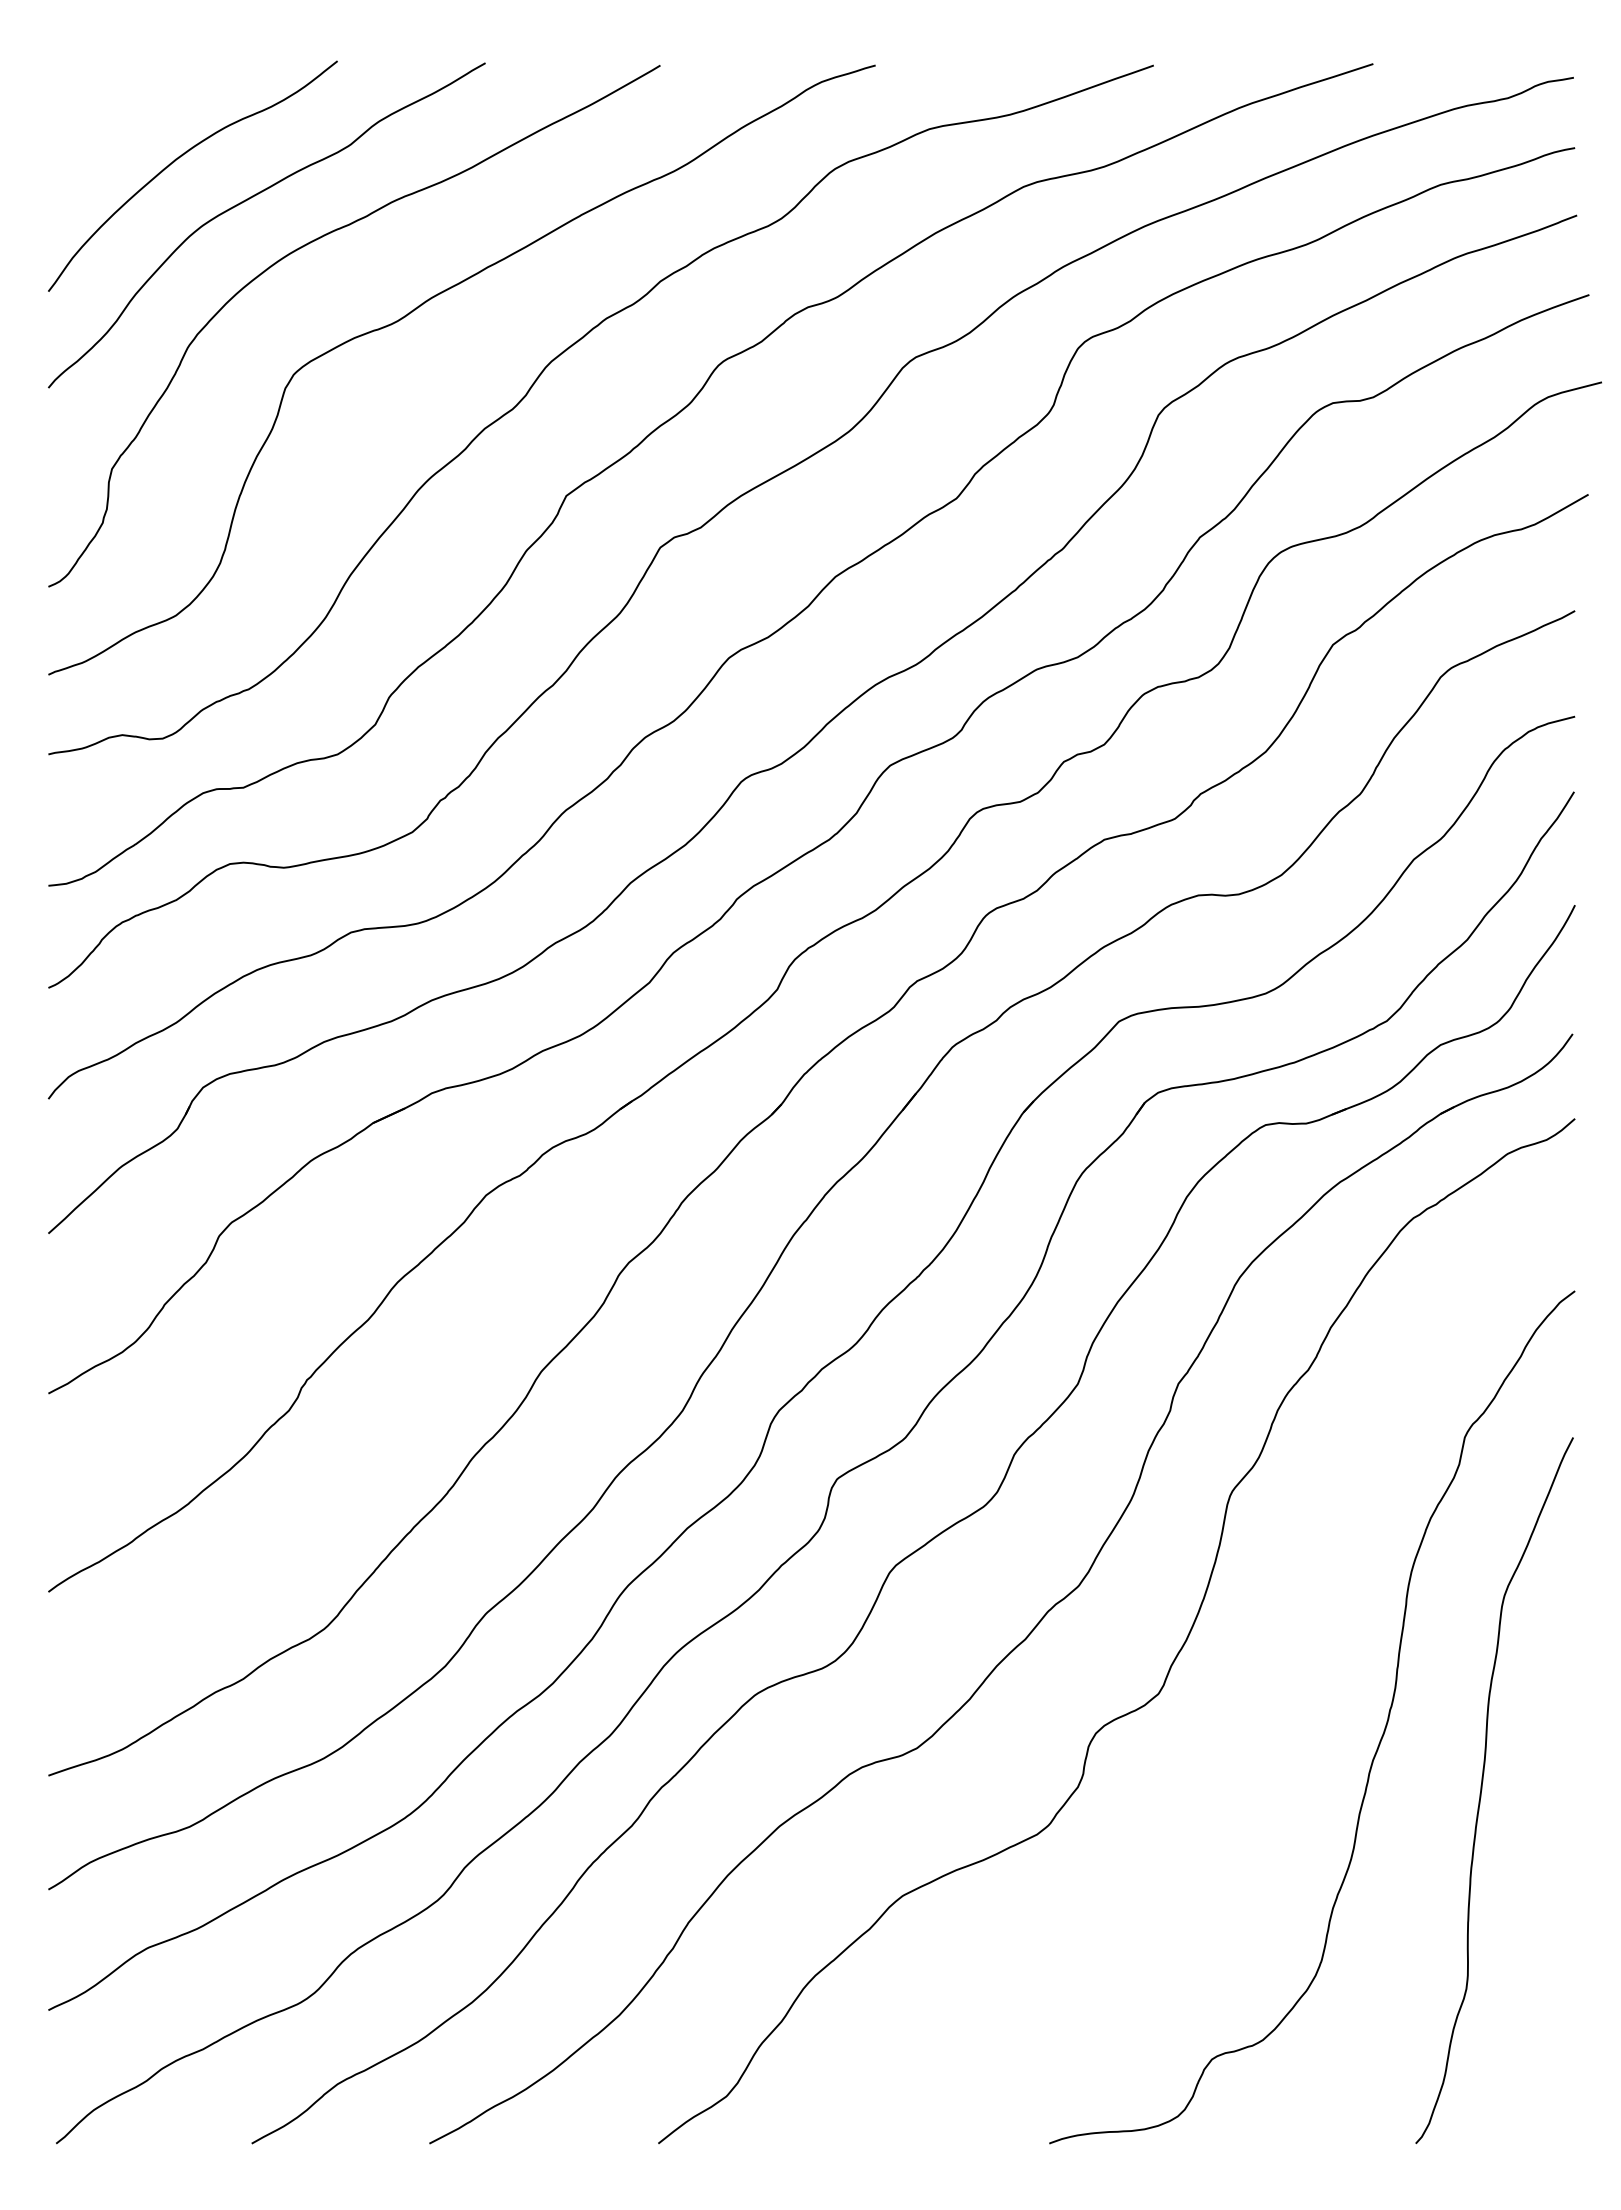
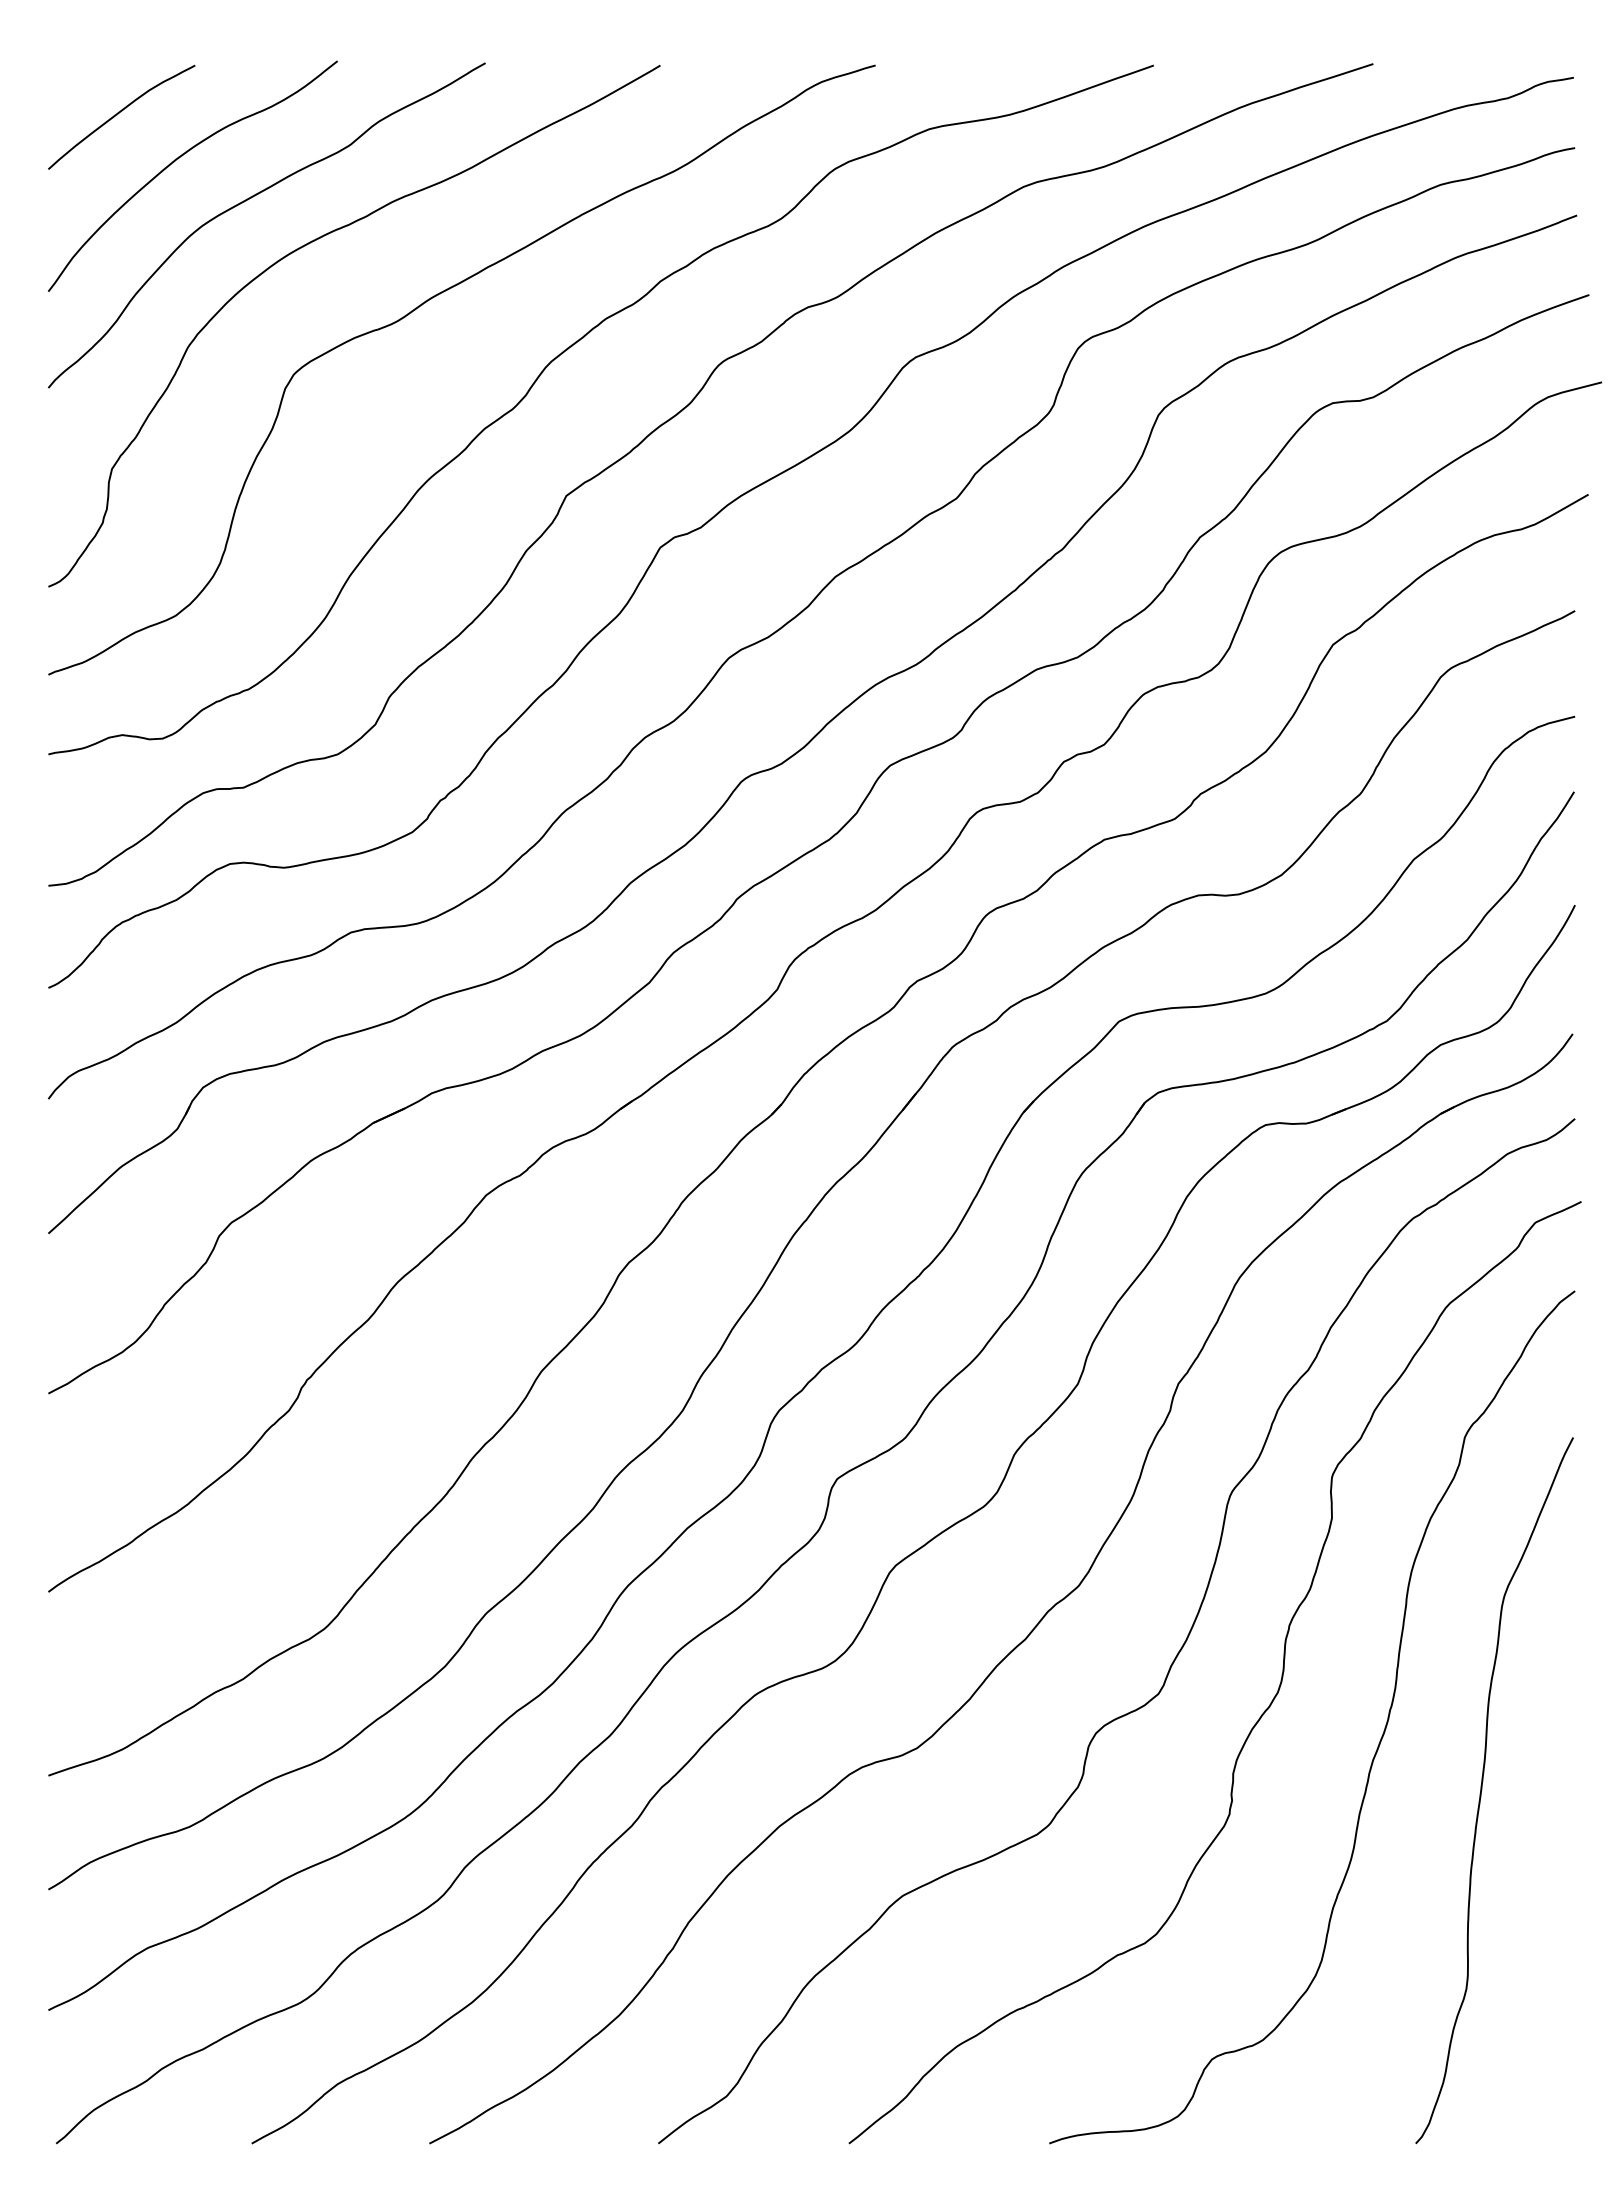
curve at (119, 113): none -> present
curve at (1264, 1710): none -> present
